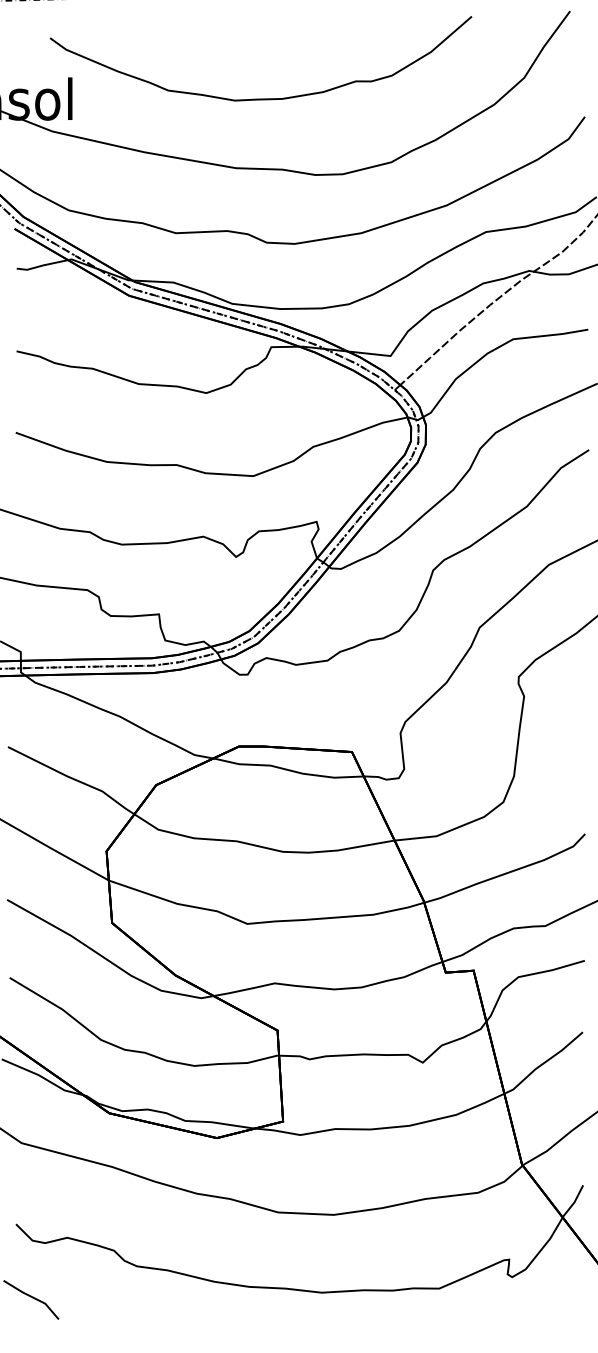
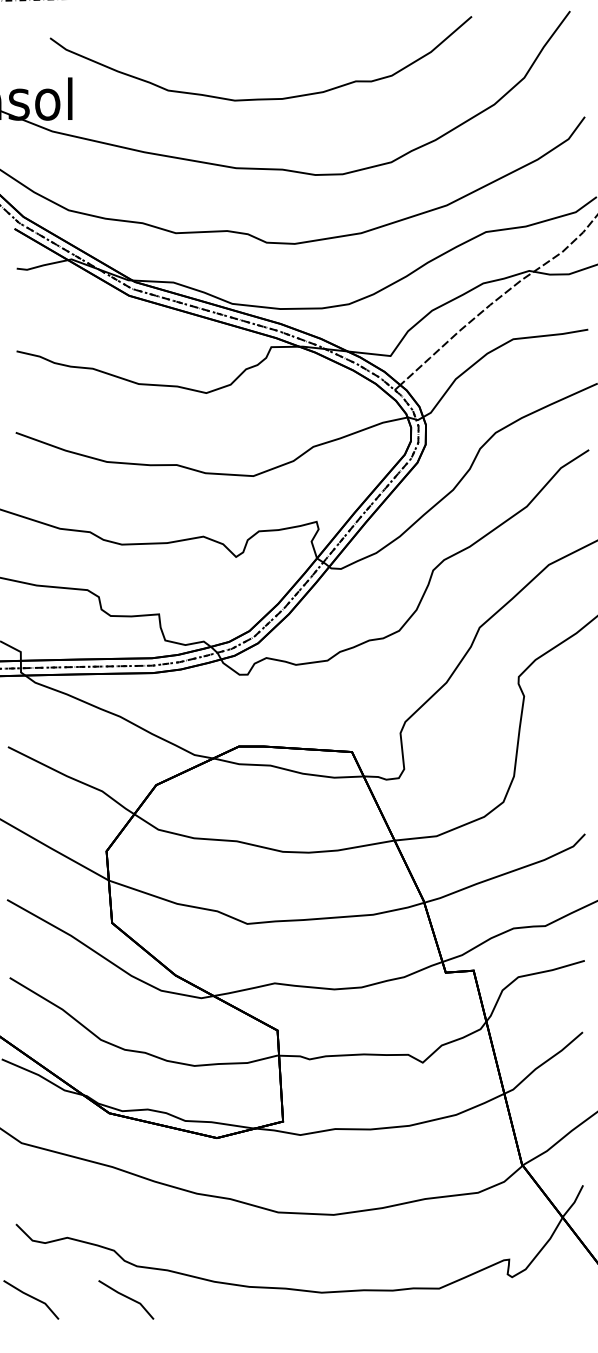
line at (127, 1298): none -> present
